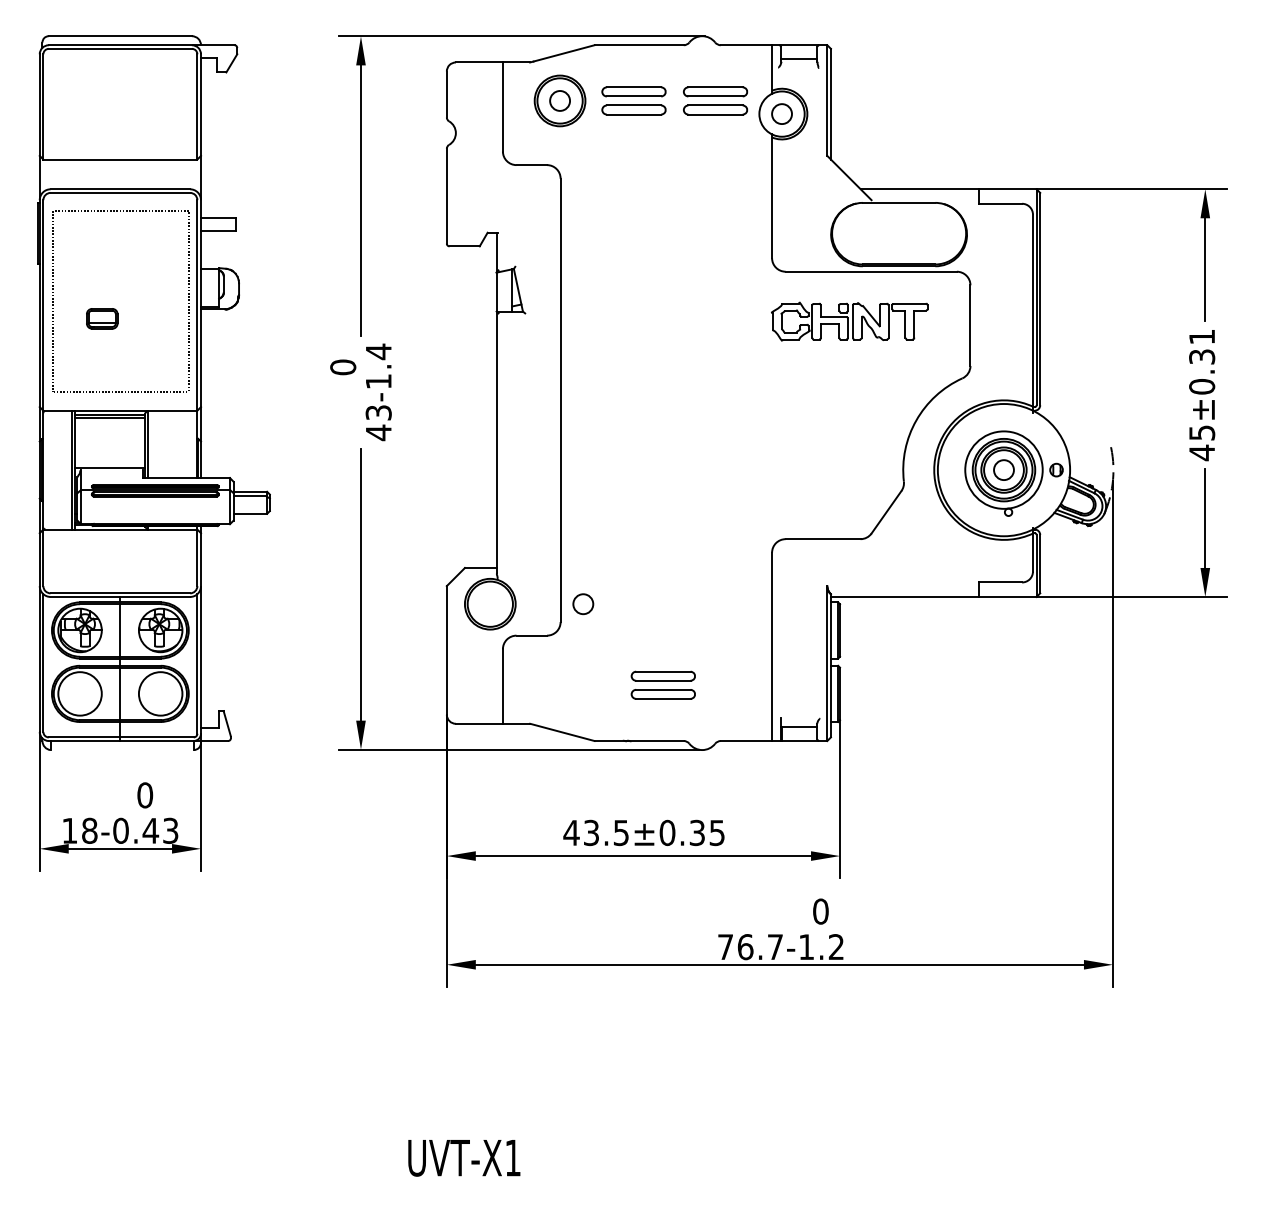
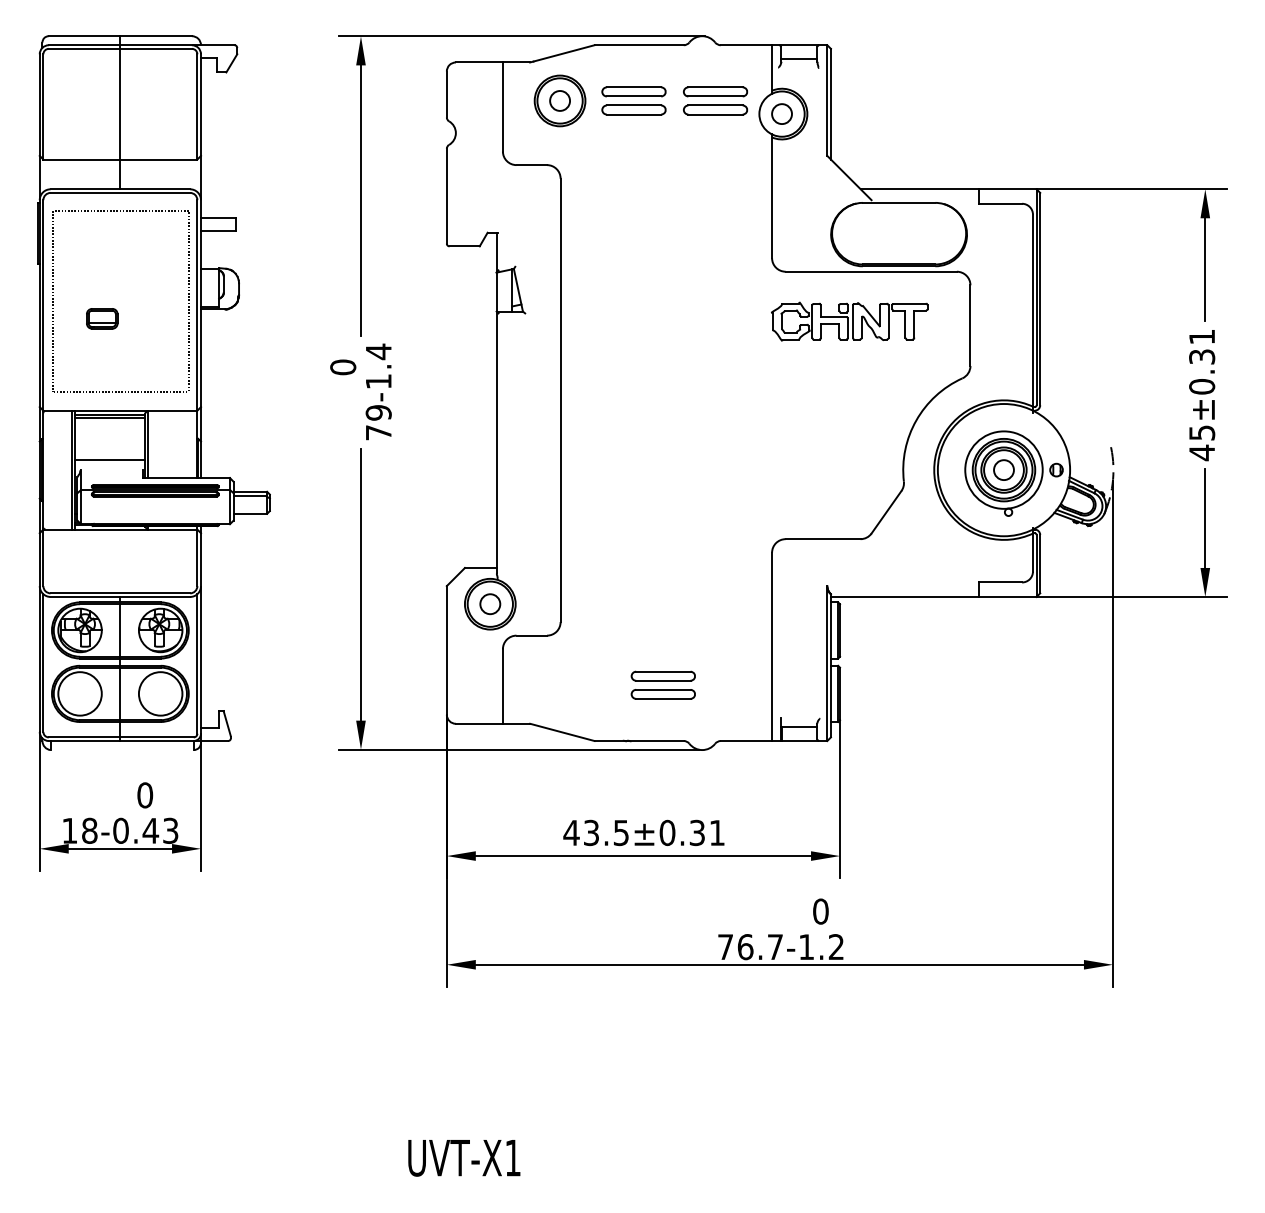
line at (120, 112): none -> present
text at (378, 423): 43 -> 79
line at (109, 467) position: (109, 467) -> (109, 459)
circle at (583, 604) position: (583, 604) -> (490, 604)
text at (716, 833): 43.5±0.35 -> 43.5±0.31
